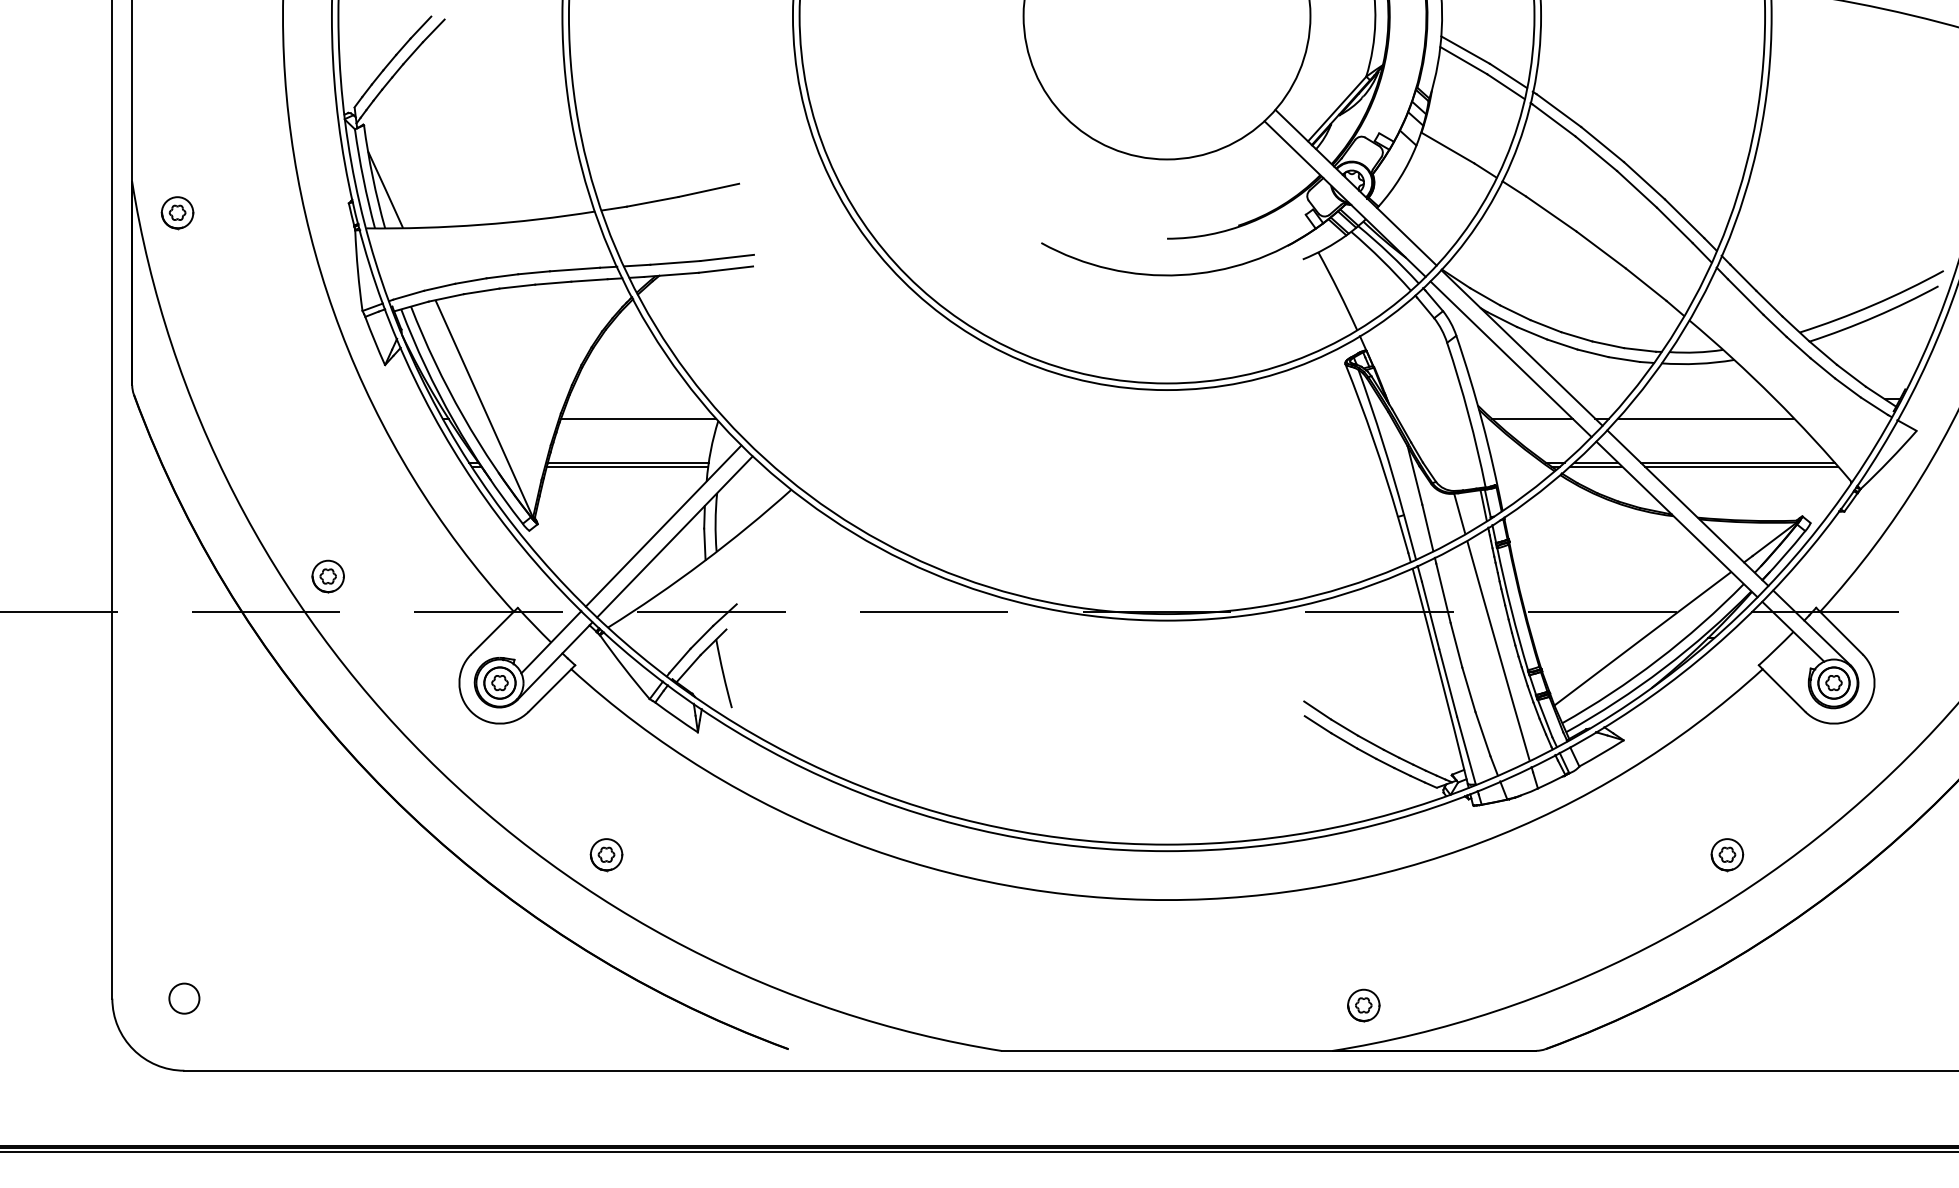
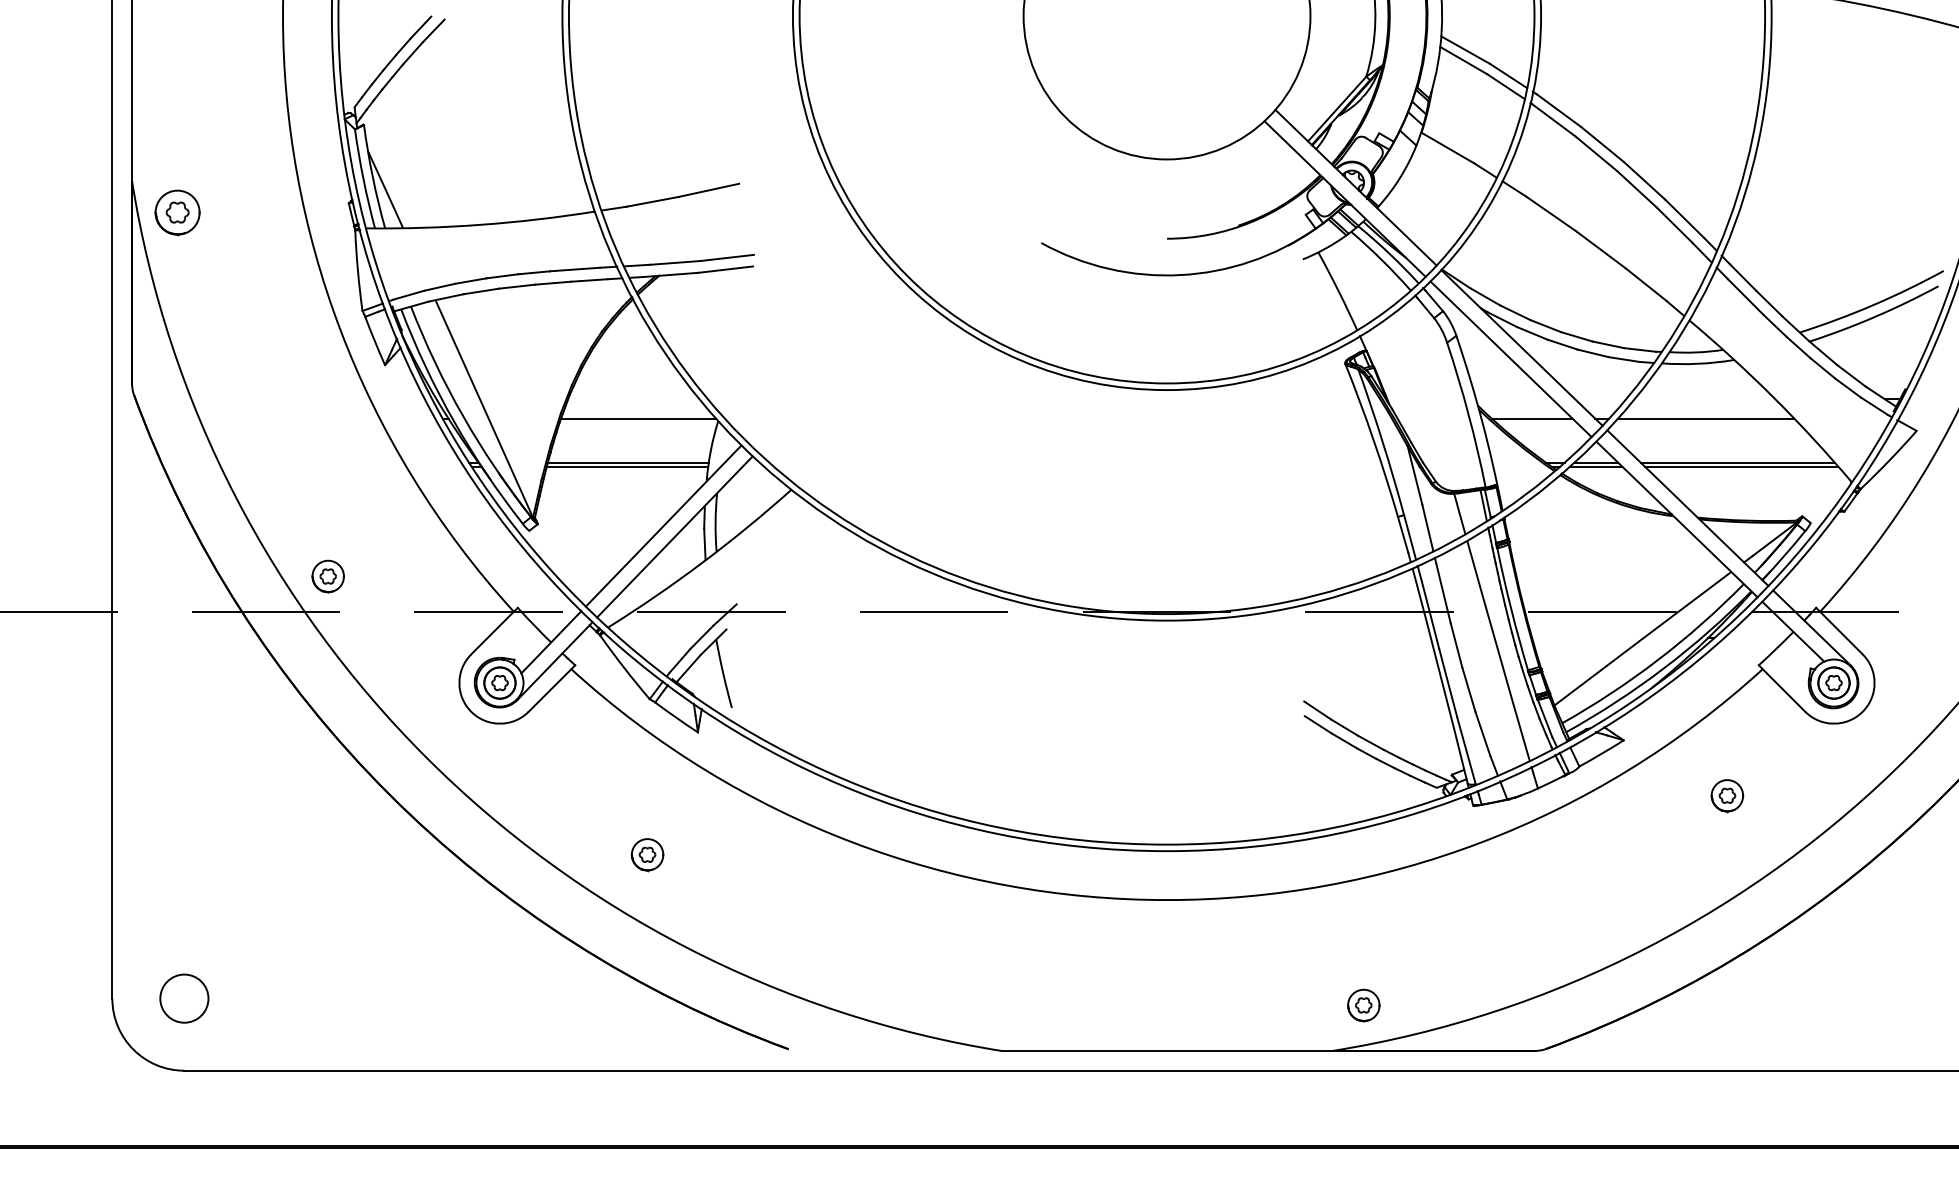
part at (177, 213) size: 35x35 px -> 47x48 px
part at (606, 855) position: (606, 855) -> (647, 855)
part at (1727, 855) position: (1727, 855) -> (1727, 796)
circle at (184, 998) diameter: 30 px -> 48 px
line at (978, 1152): present -> none
